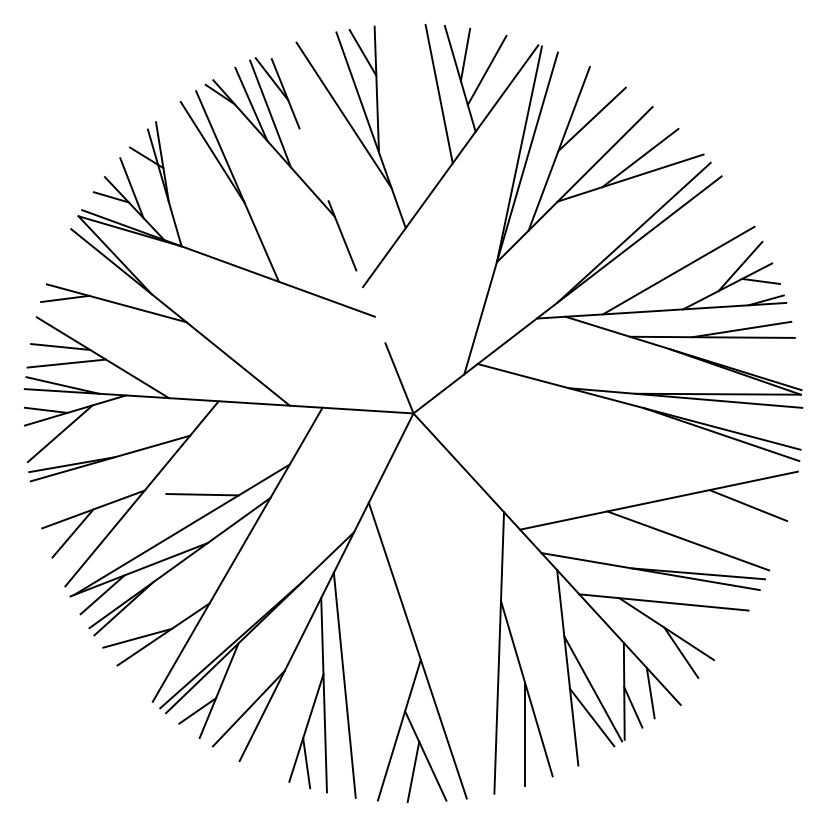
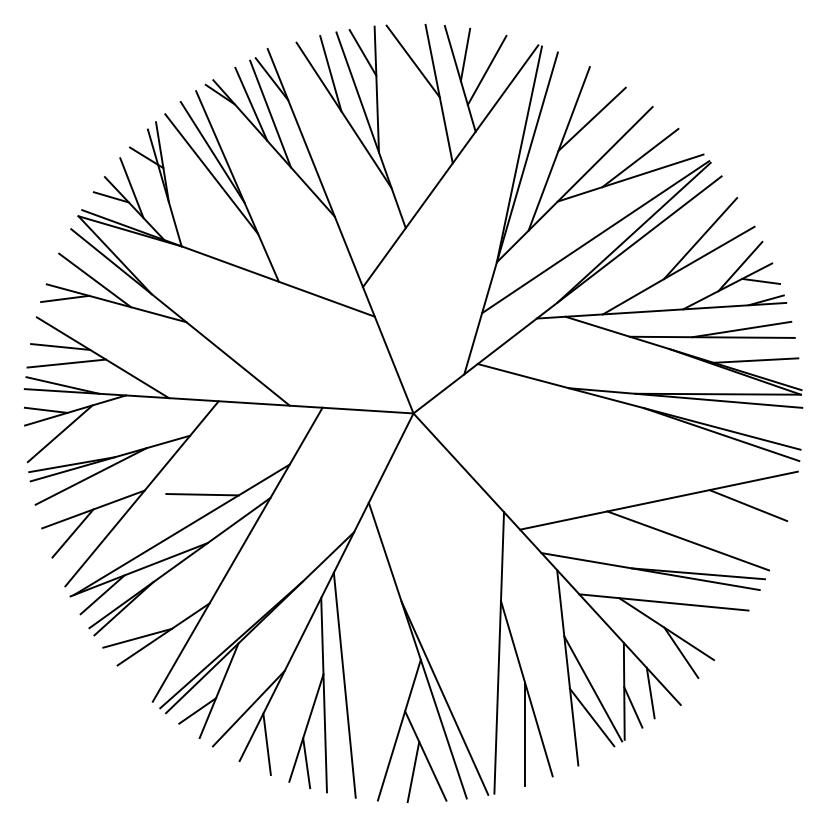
line at (412, 61): none -> present
line at (330, 73): none -> present
line at (211, 174): none -> present
line at (340, 230): dashed -> solid
line at (595, 237): none -> present
line at (700, 238): none -> present
line at (95, 280): none -> present
line at (755, 360): none -> present
line at (90, 476): none -> present
line at (444, 697): none -> present
line at (266, 744): none -> present
